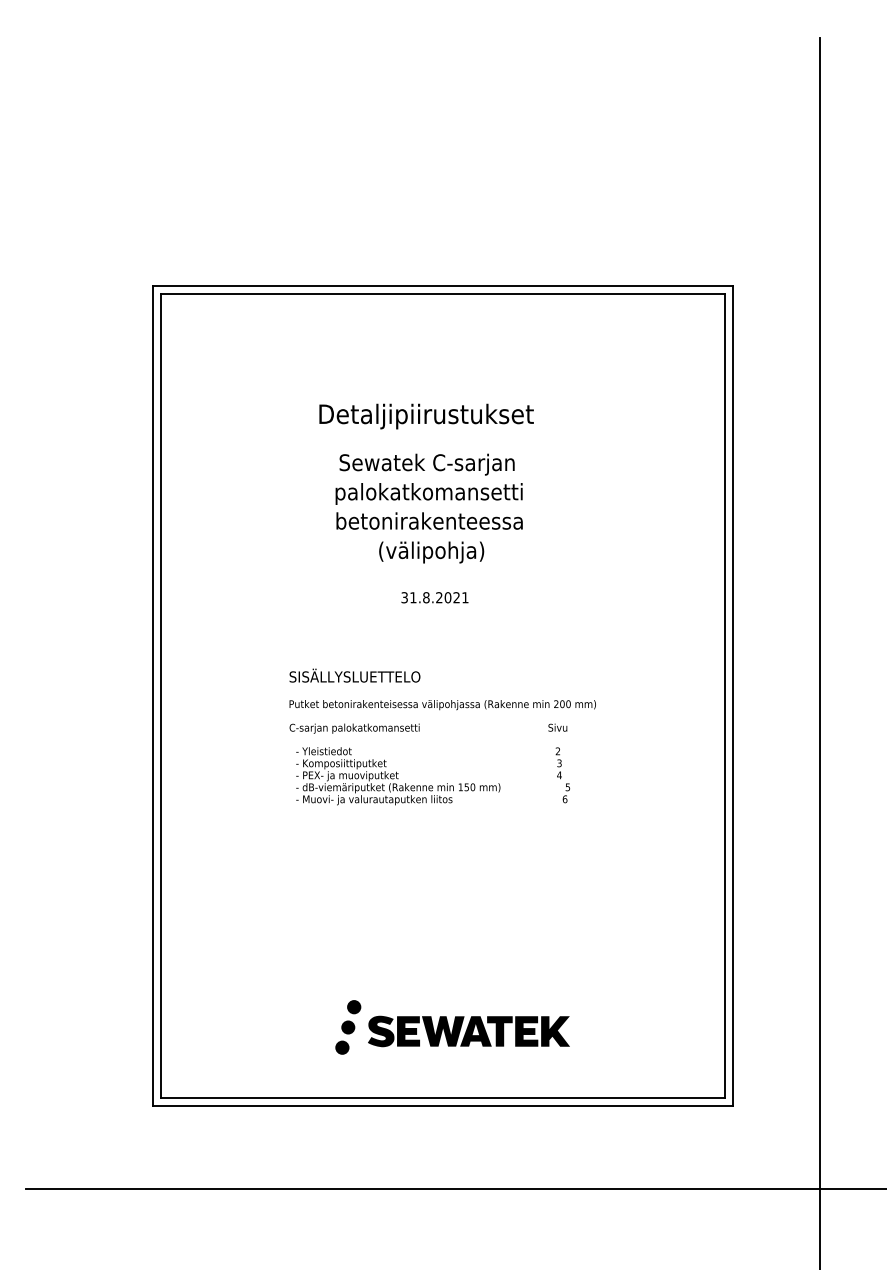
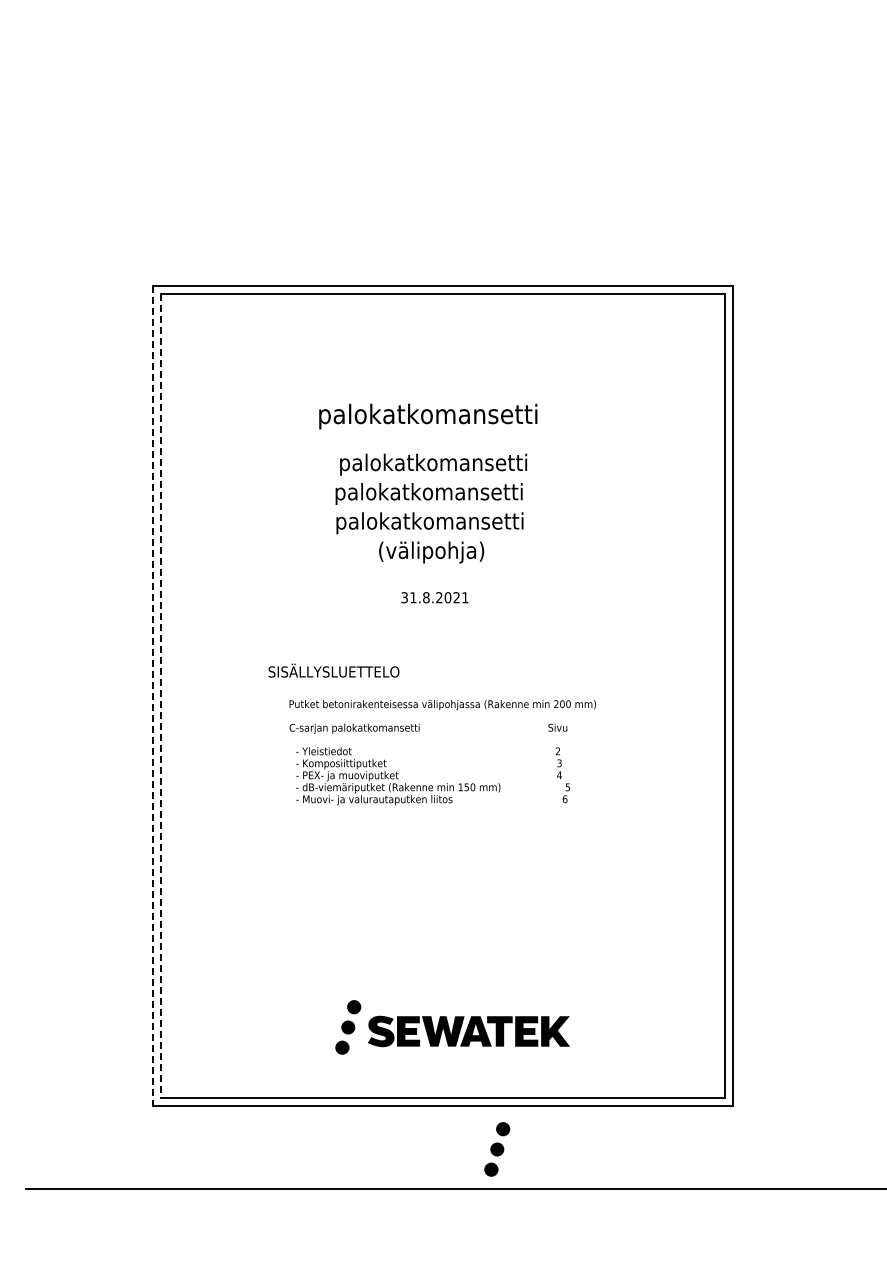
text at (428, 416): Detaljipiirustukset -> palokatkomansetti
text at (433, 464): Sewatek C-sarjan -> palokatkomansetti
text at (429, 523): betonirakenteessa -> palokatkomansetti
line at (819, 652): present -> none
text at (354, 675) position: (354, 675) -> (333, 670)
line at (161, 695): solid -> dashed
line at (153, 696): solid -> dashed
part at (497, 1149): none -> present
